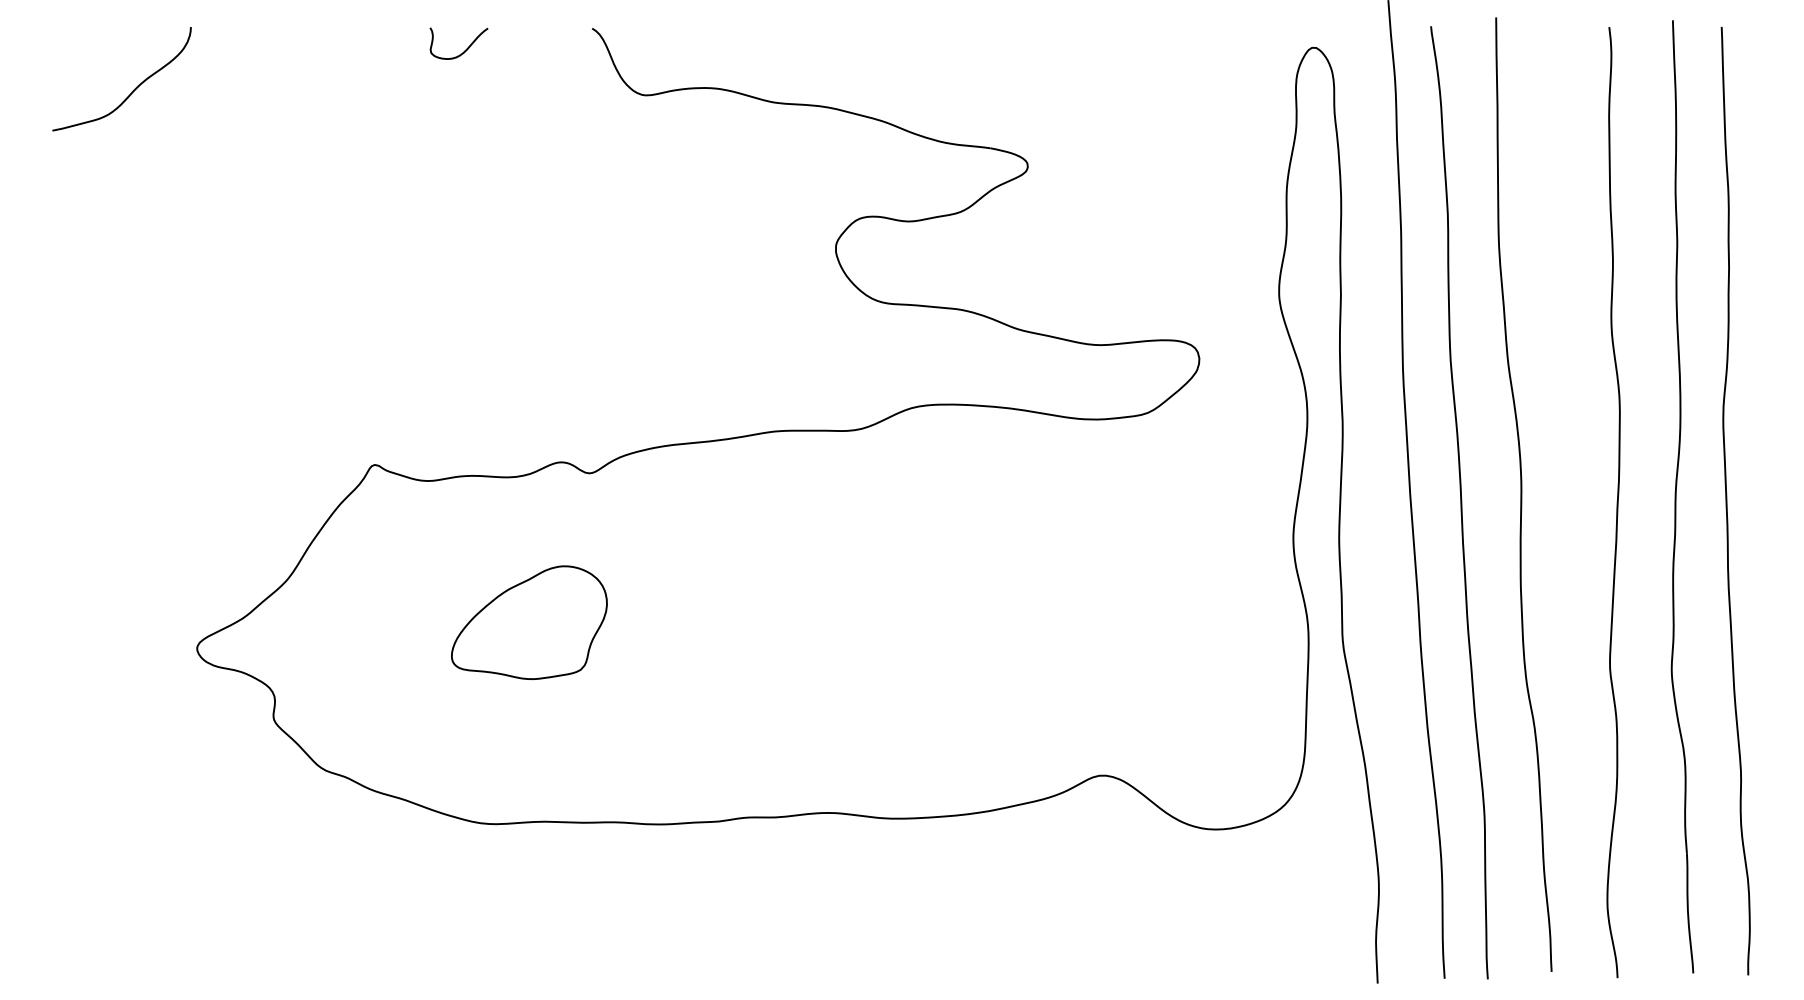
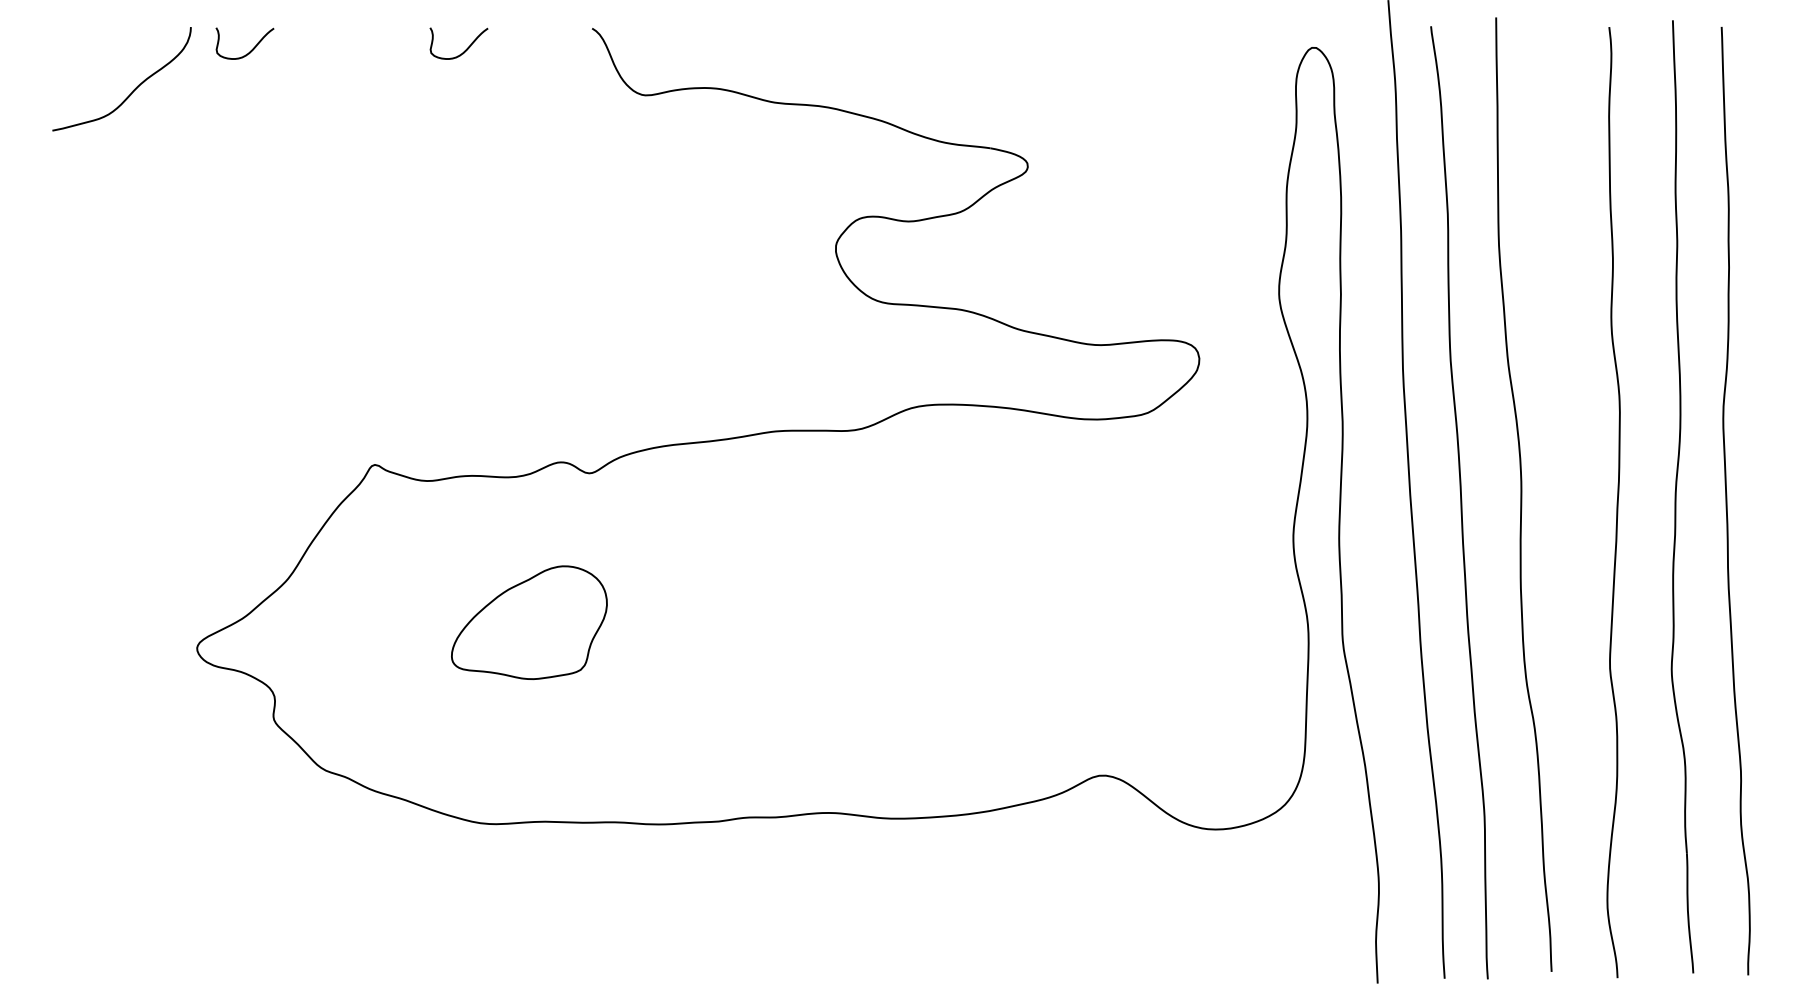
curve at (251, 49): none -> present
